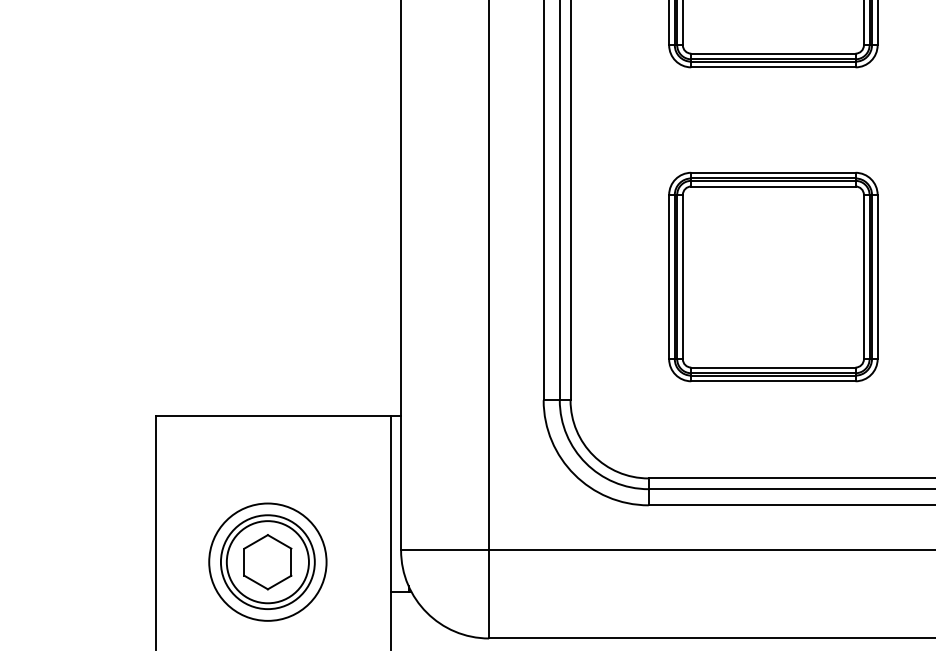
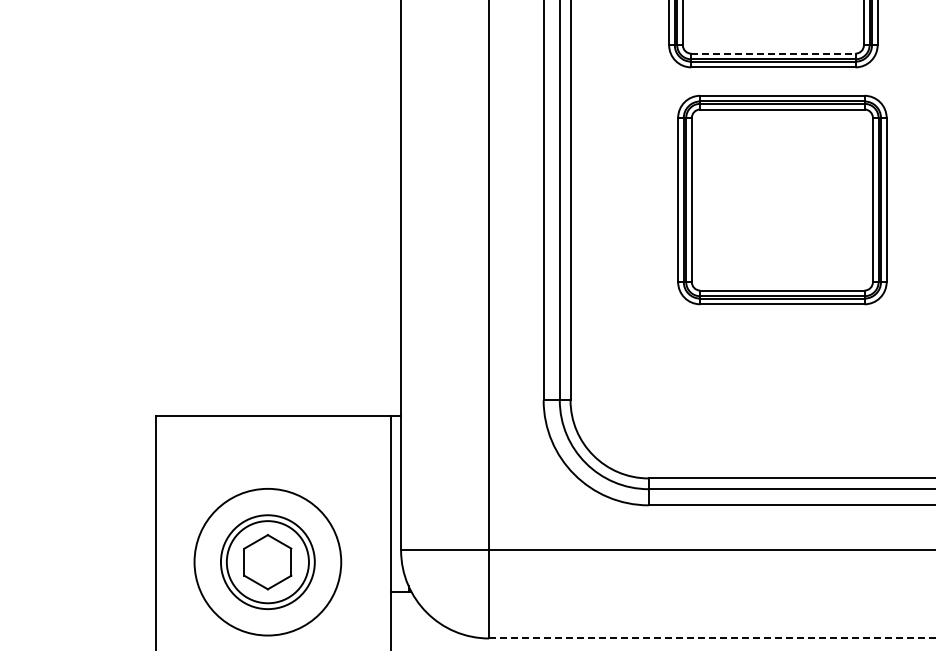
line at (773, 53): solid -> dashed
part at (773, 276) position: (773, 276) -> (782, 199)
circle at (267, 561) diameter: 117 px -> 147 px
line at (713, 638): solid -> dashed
